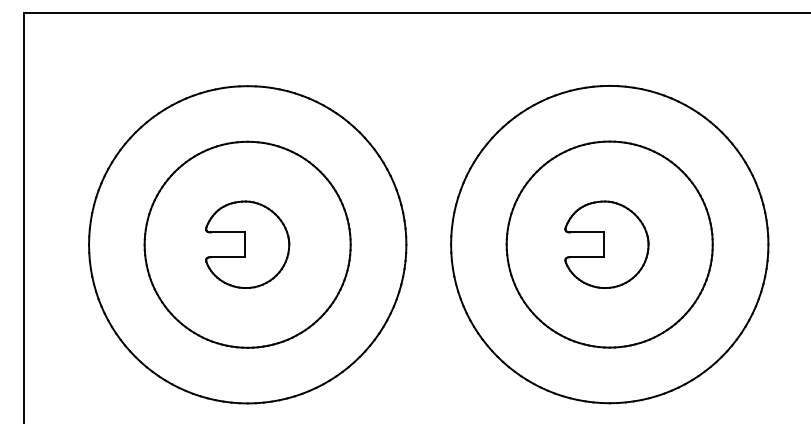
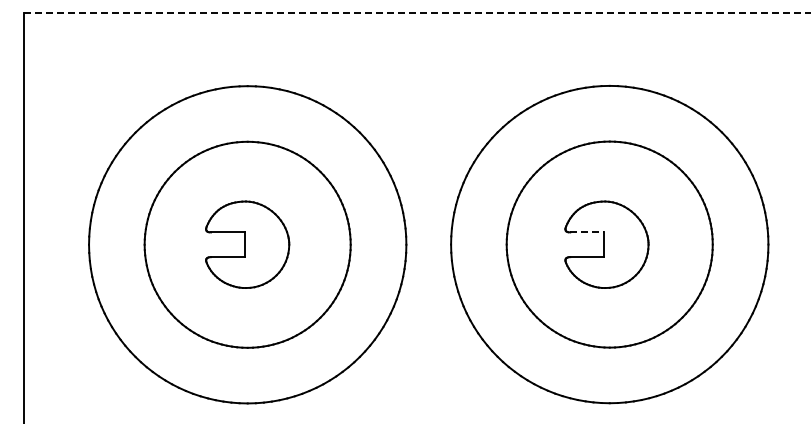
line at (417, 12): solid -> dashed
line at (587, 232): solid -> dashed
